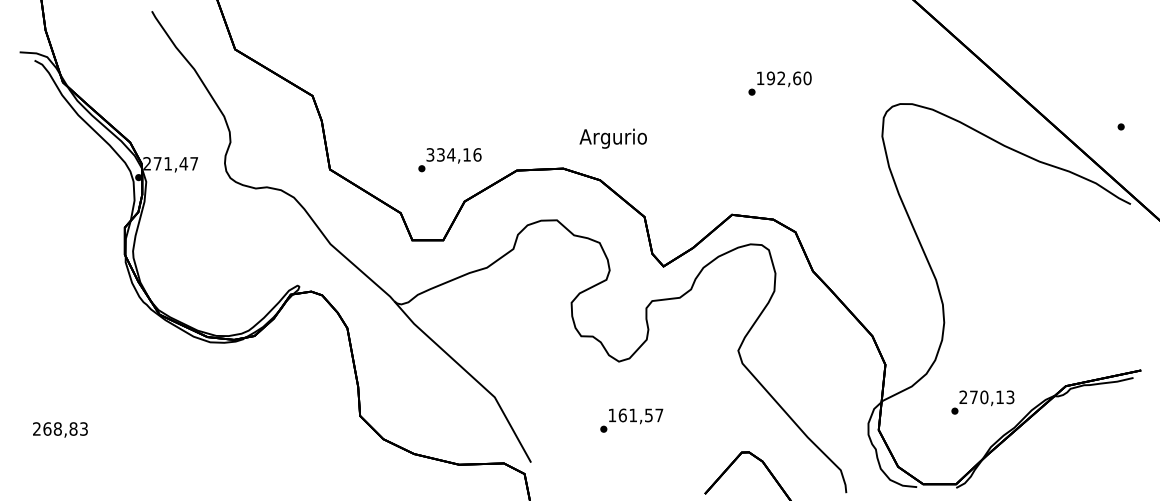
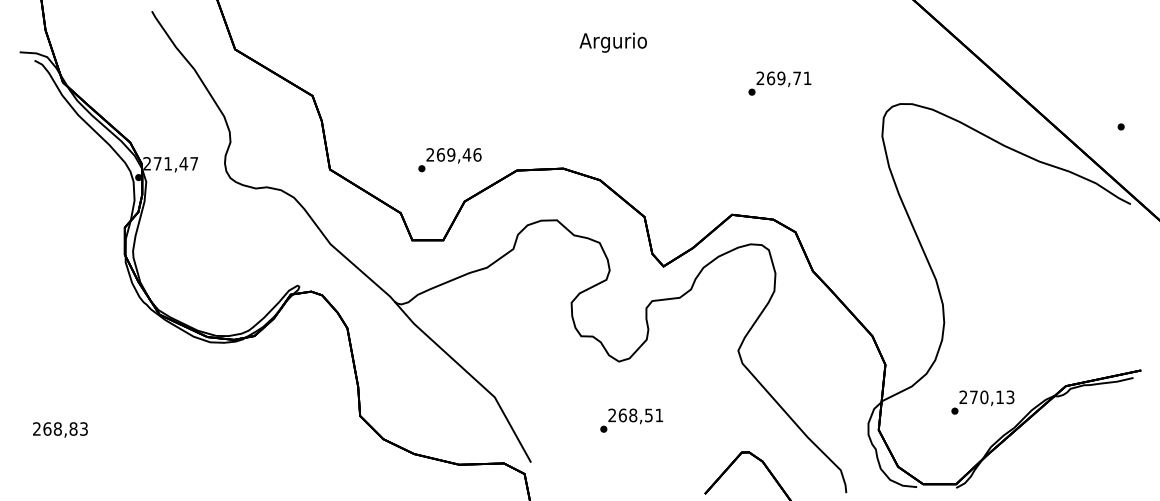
text at (783, 78): 192,60 -> 269,71
text at (612, 138) position: (612, 138) -> (612, 42)
text at (448, 154): 334,16 -> 269,46
text at (635, 415): 161,57 -> 268,51
